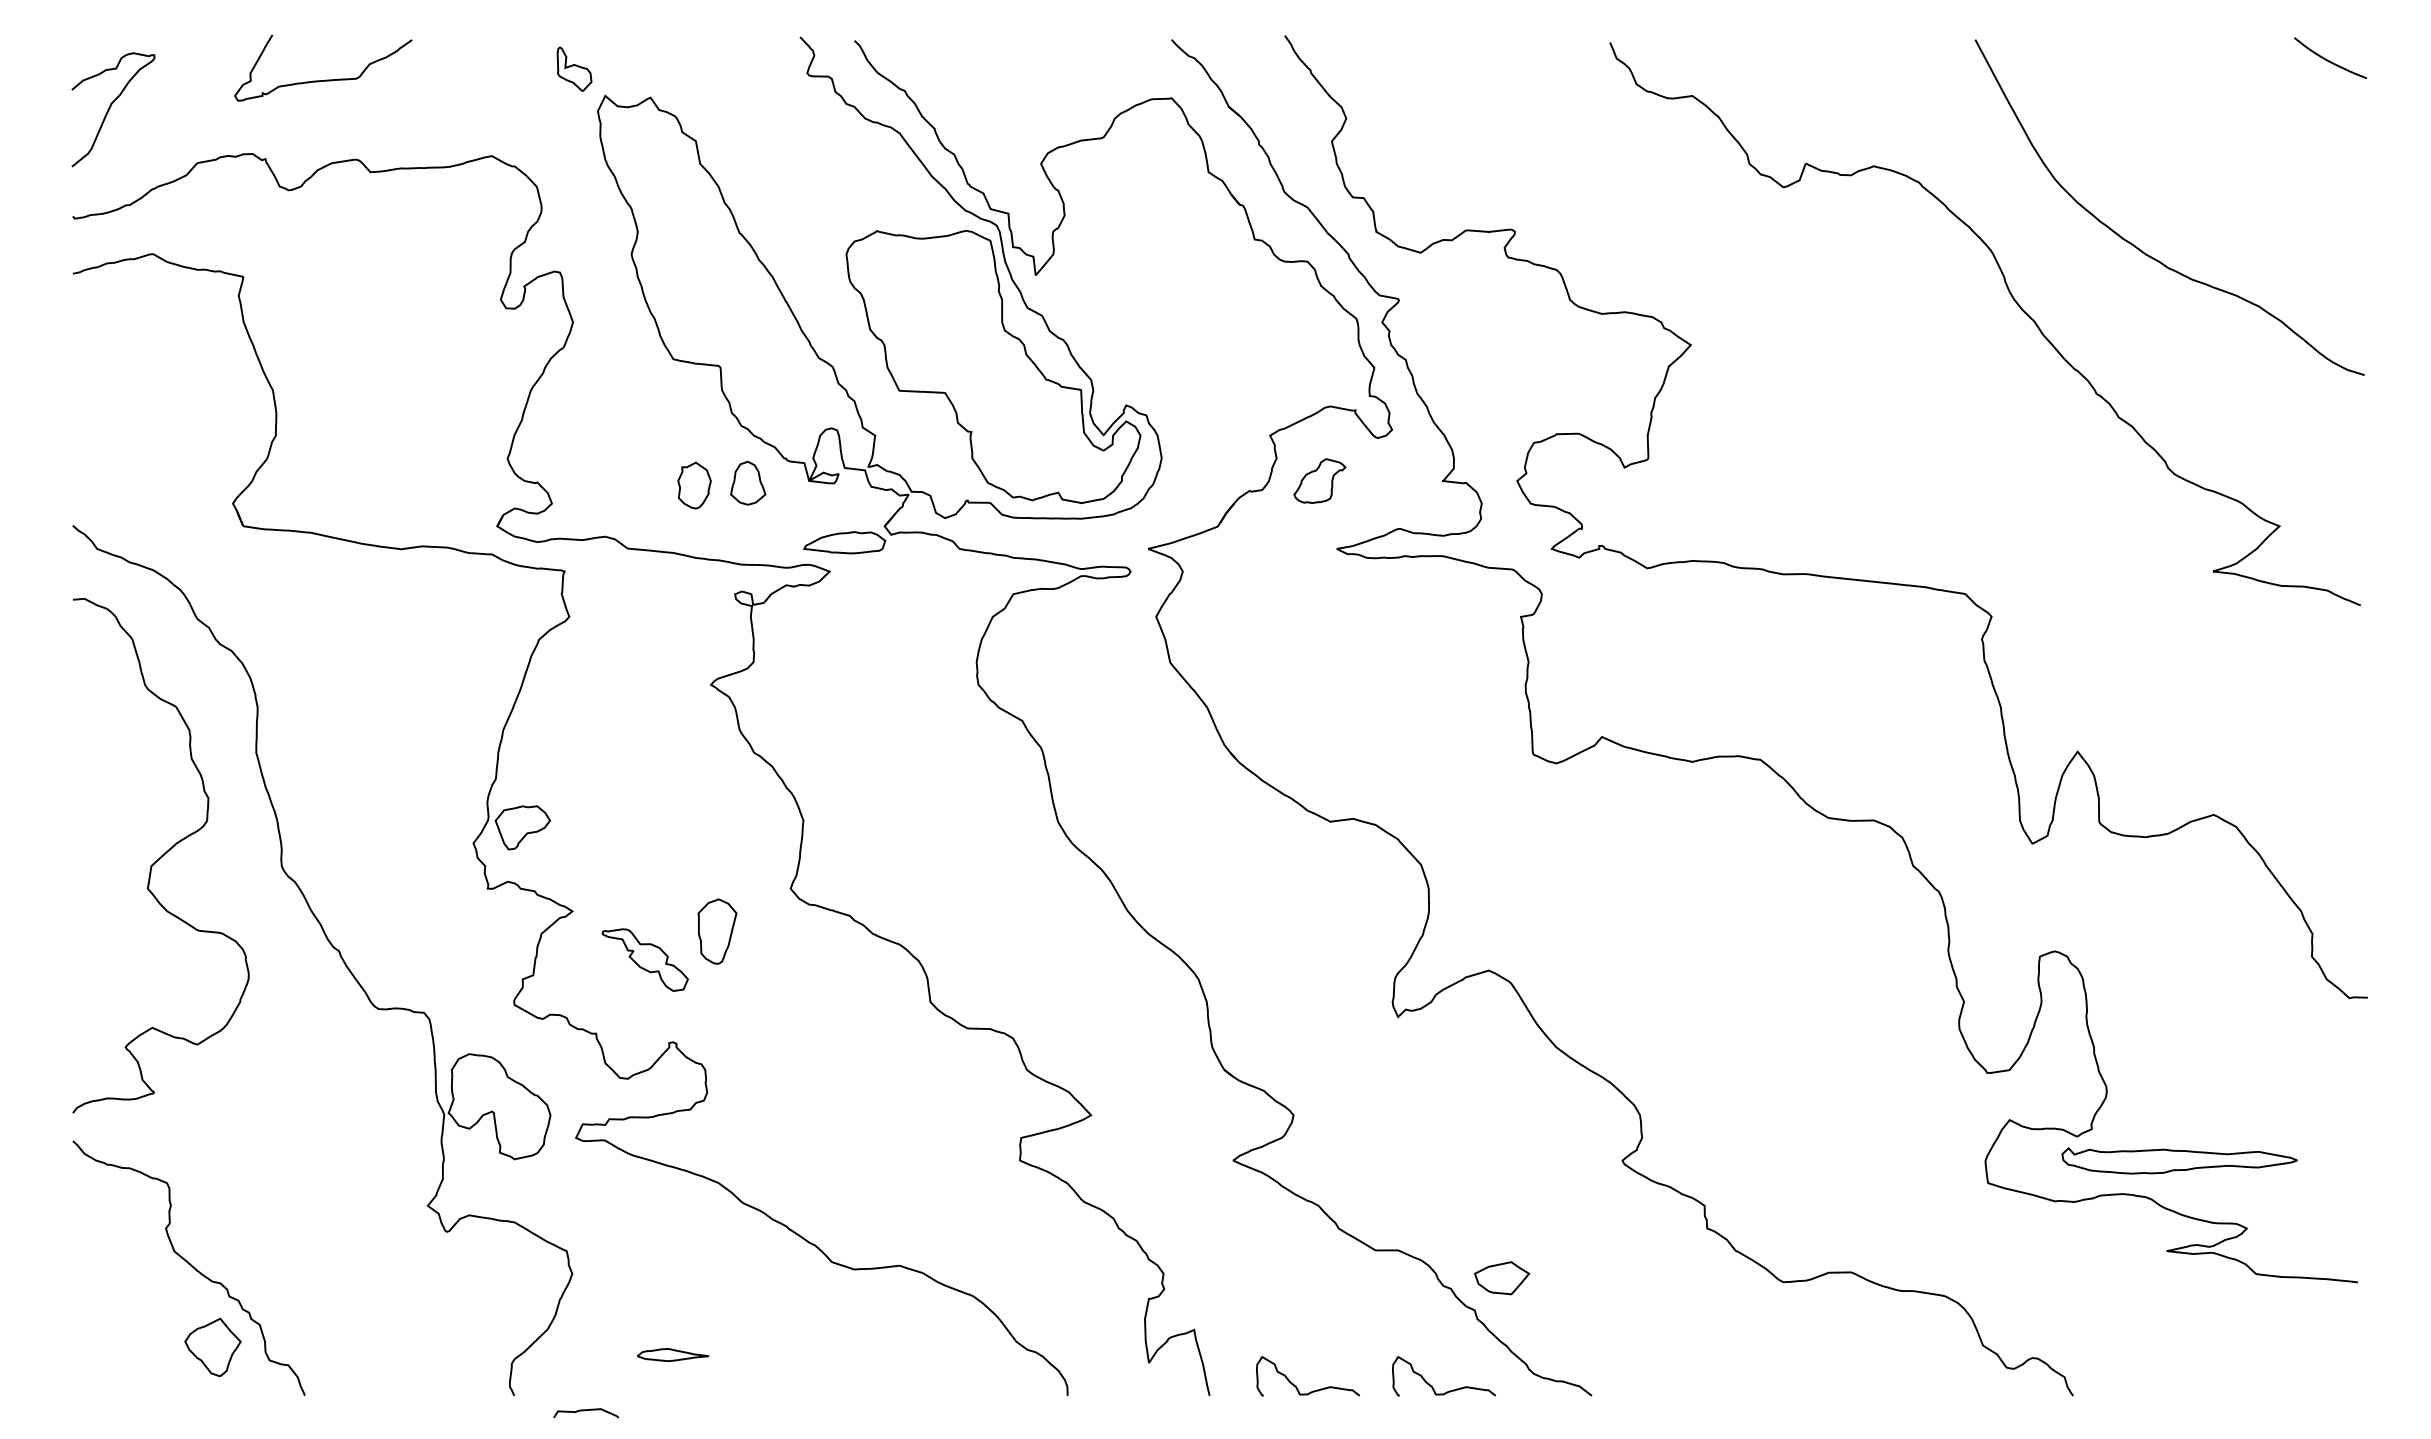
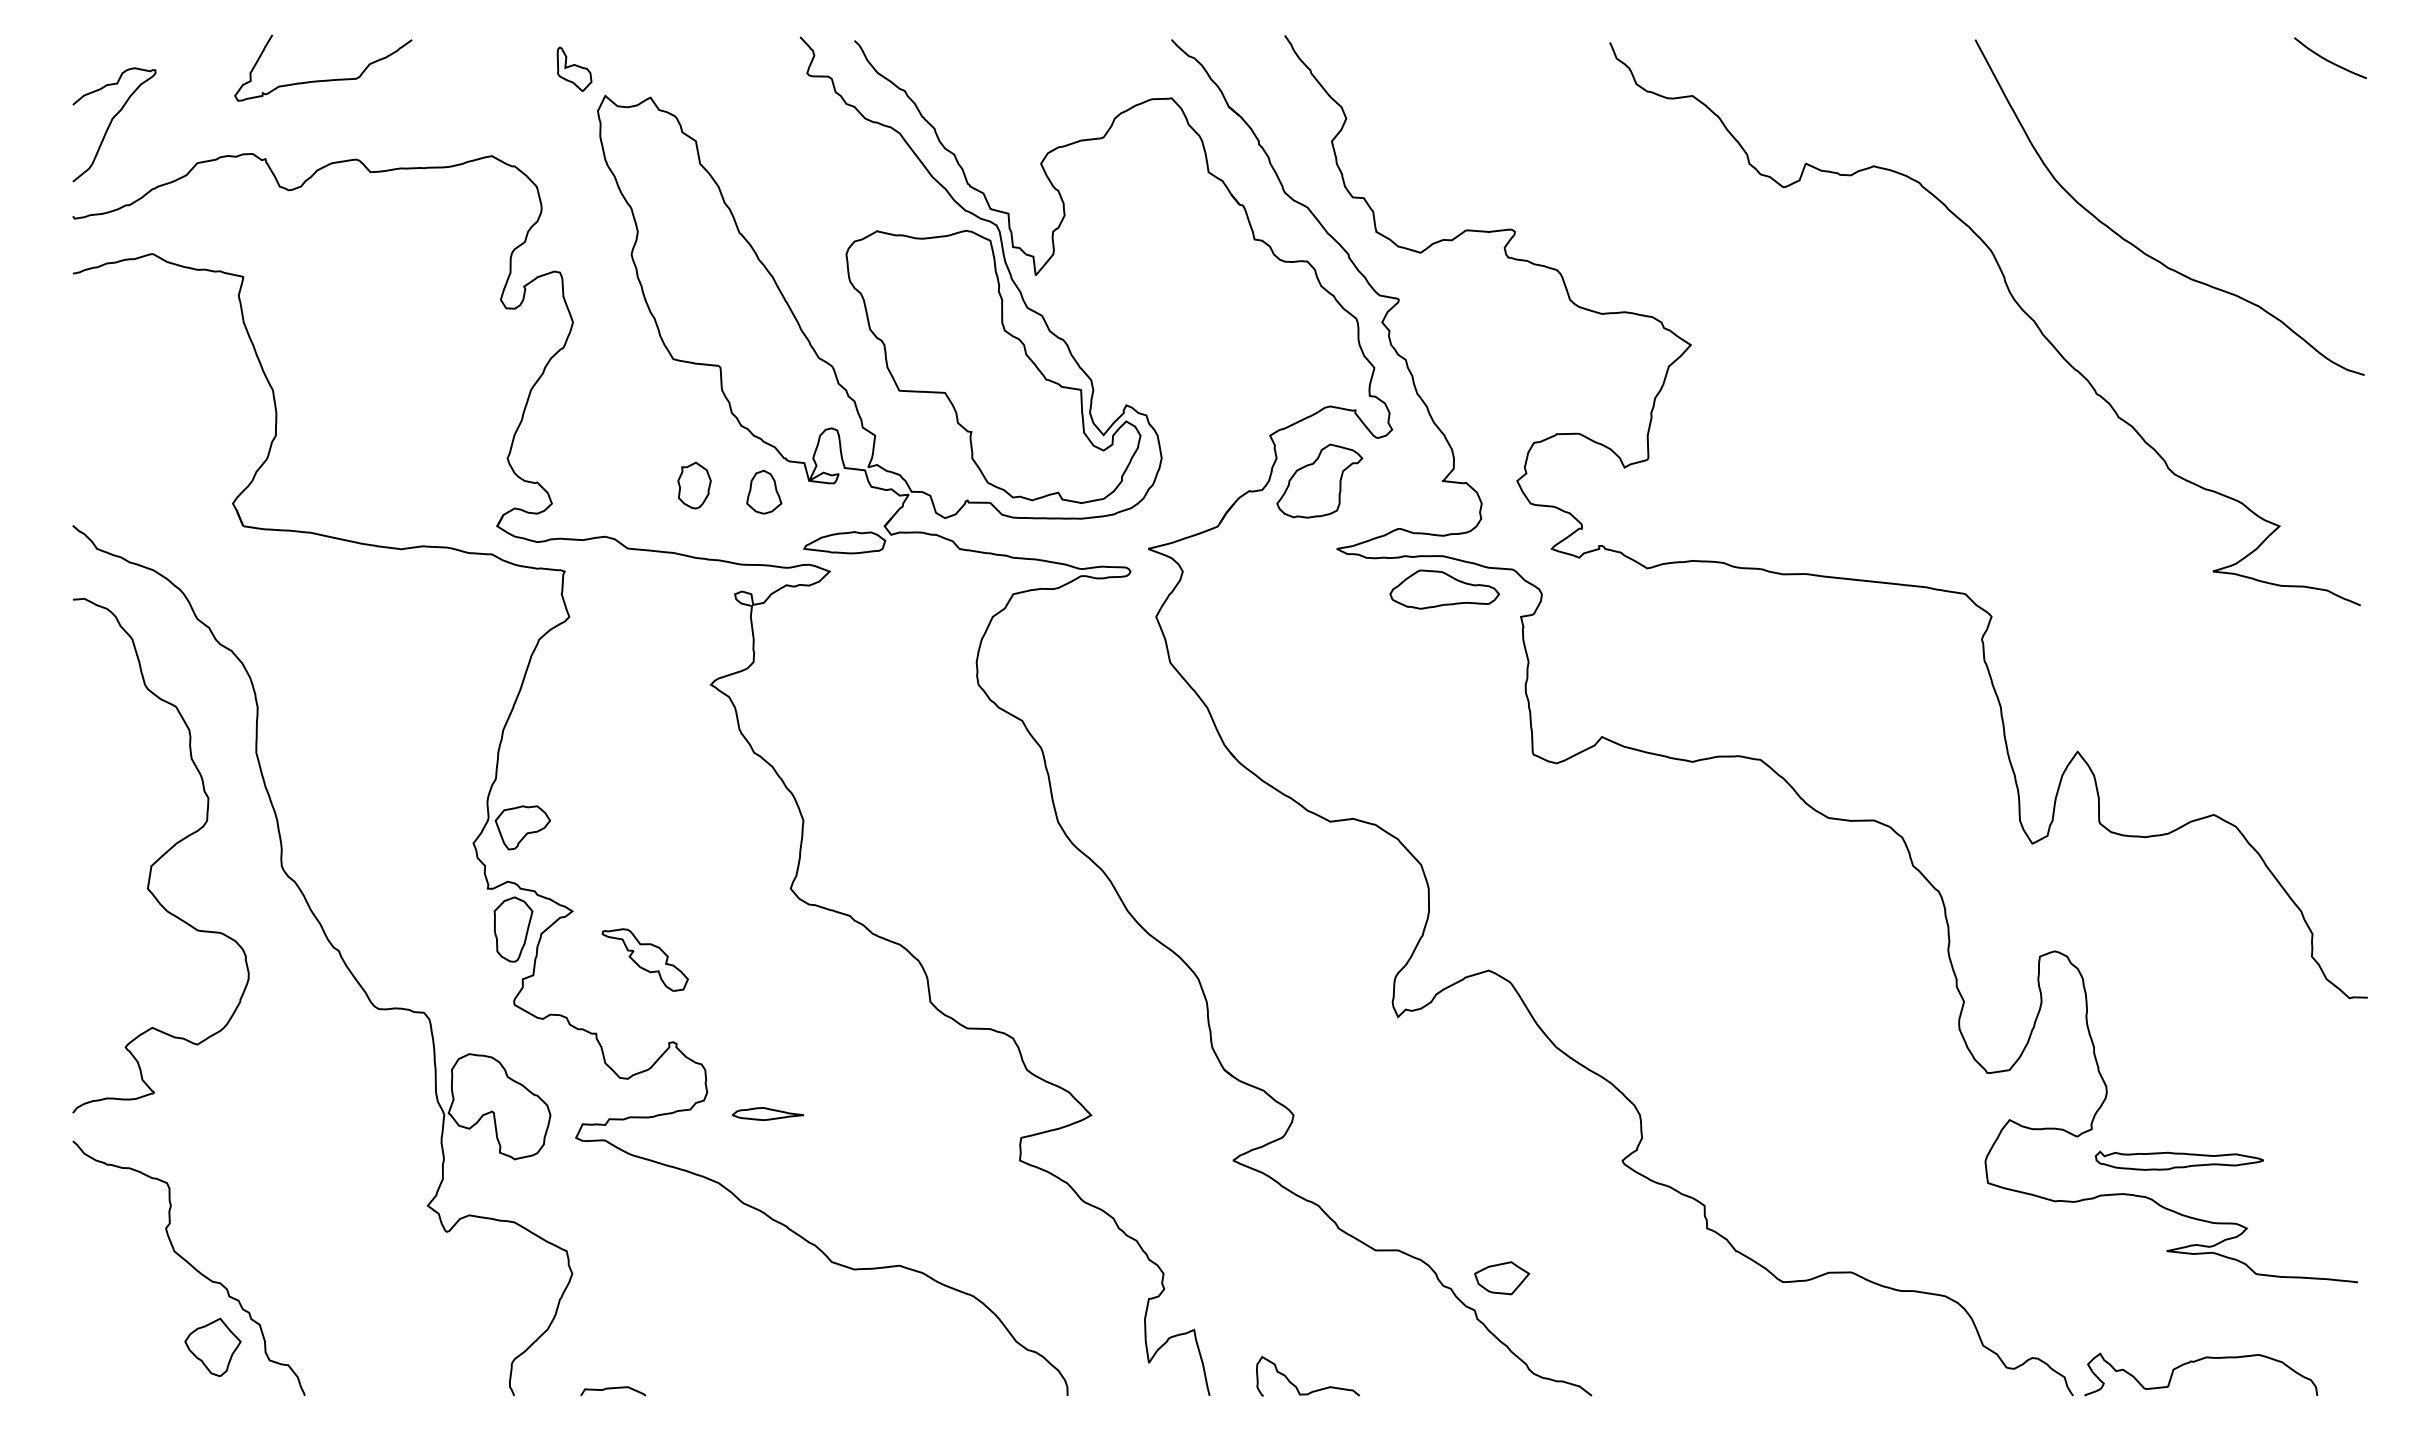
curve at (110, 108) position: (110, 108) -> (111, 123)
part at (1319, 480) size: 54x46 px -> 88x76 px
part at (748, 482) position: (748, 482) -> (764, 491)
part at (1444, 589): none -> present
part at (717, 931) position: (717, 931) -> (513, 929)
part at (2179, 1160) size: 237x28 px -> 169x21 px
part at (673, 1354) position: (673, 1354) -> (768, 1113)
curve at (2198, 1361): none -> present
curve at (1432, 1386): present -> none
curve at (585, 1411) position: (585, 1411) -> (612, 1389)
